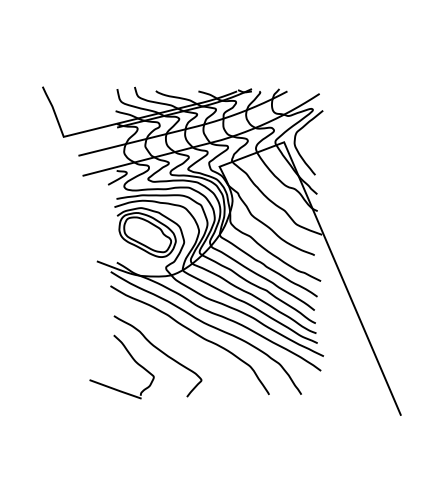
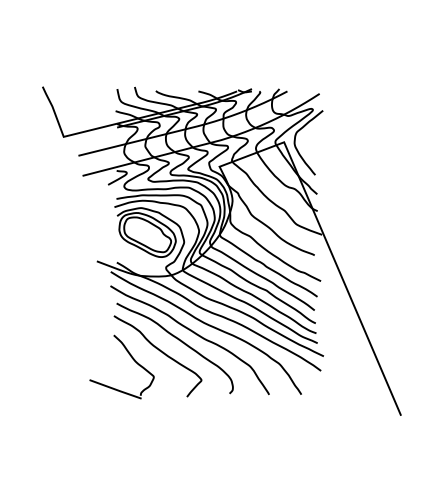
curve at (178, 340): none -> present
